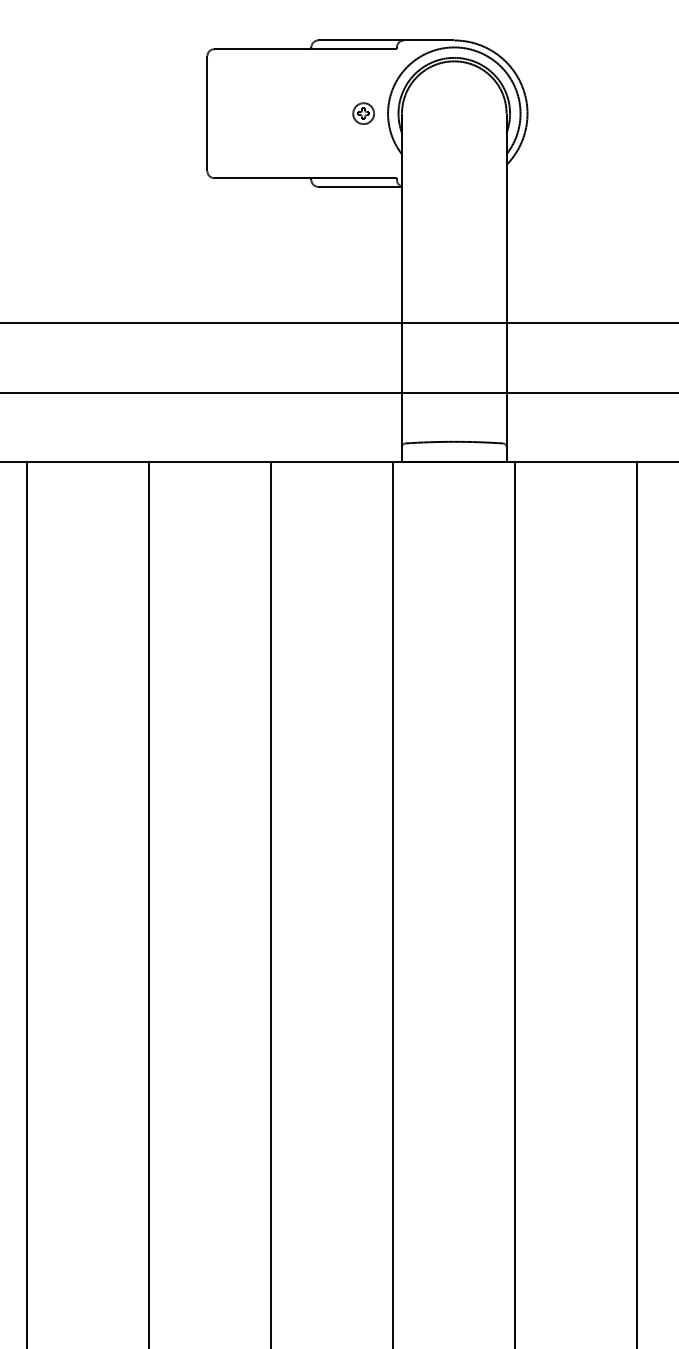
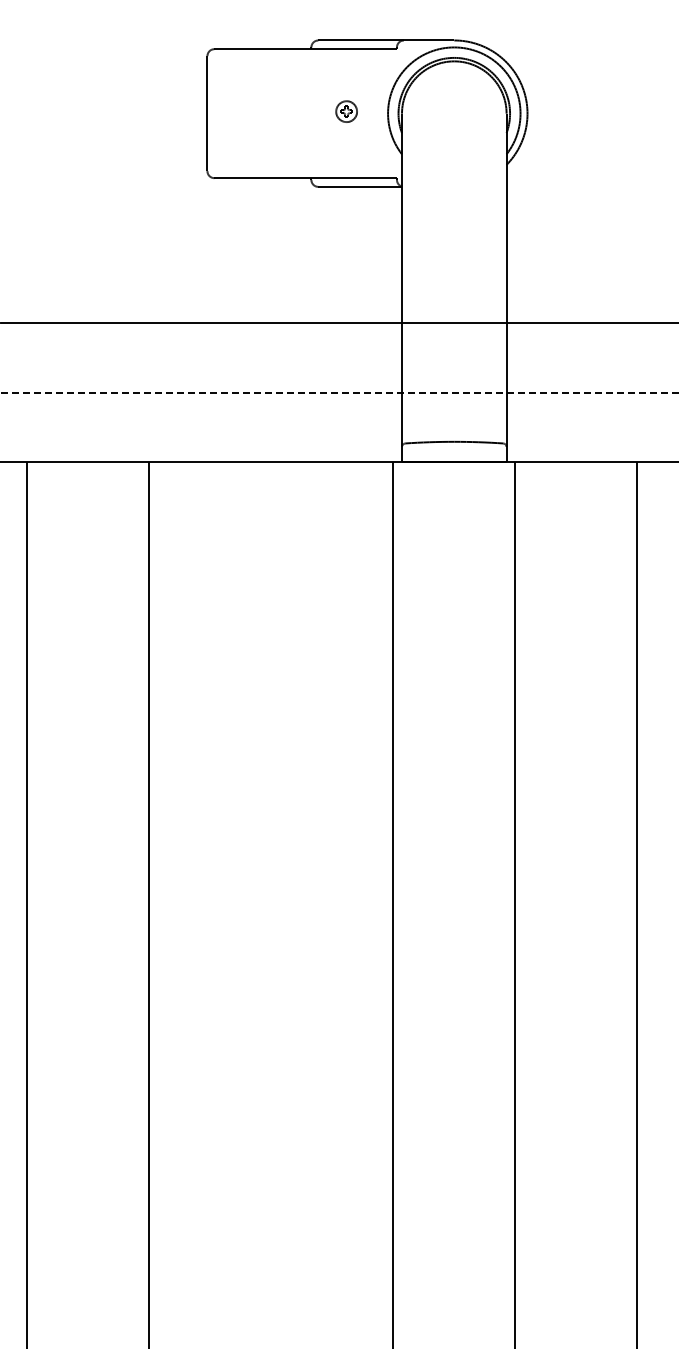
part at (363, 113) position: (363, 113) -> (346, 111)
line at (339, 392): solid -> dashed
line at (271, 903): present -> none
